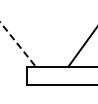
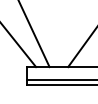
line at (34, 34): none -> present
line at (18, 45): dashed -> solid
line at (60, 80): none -> present
